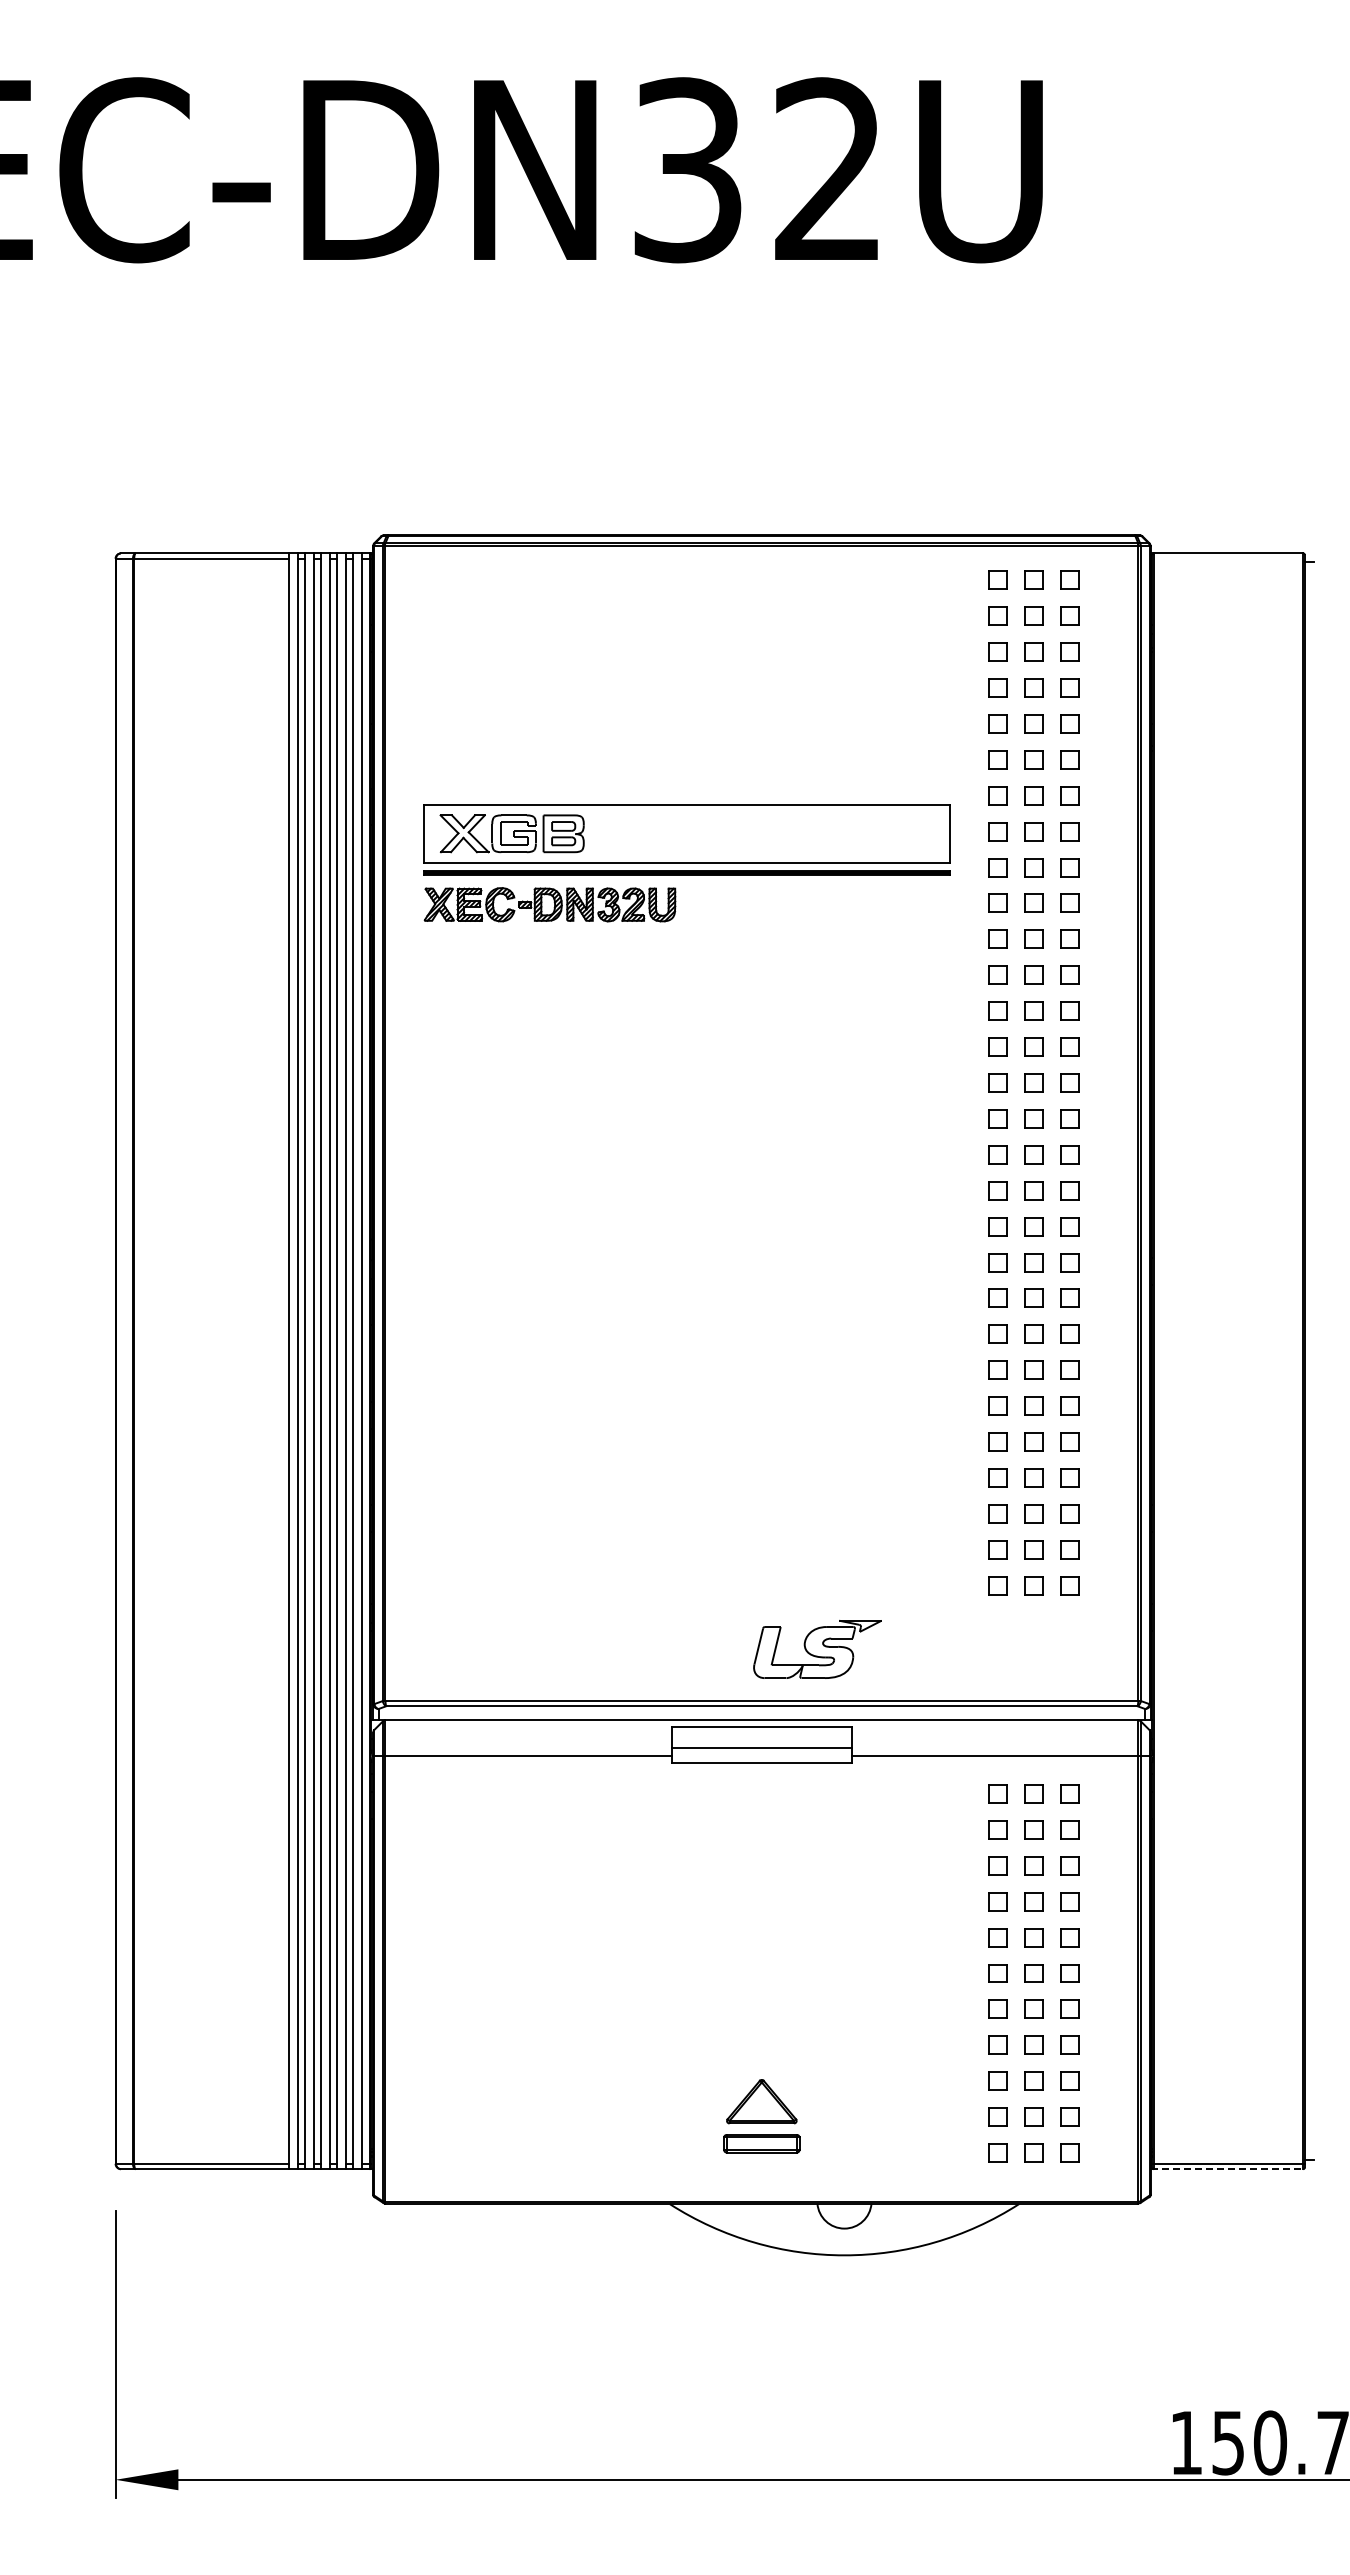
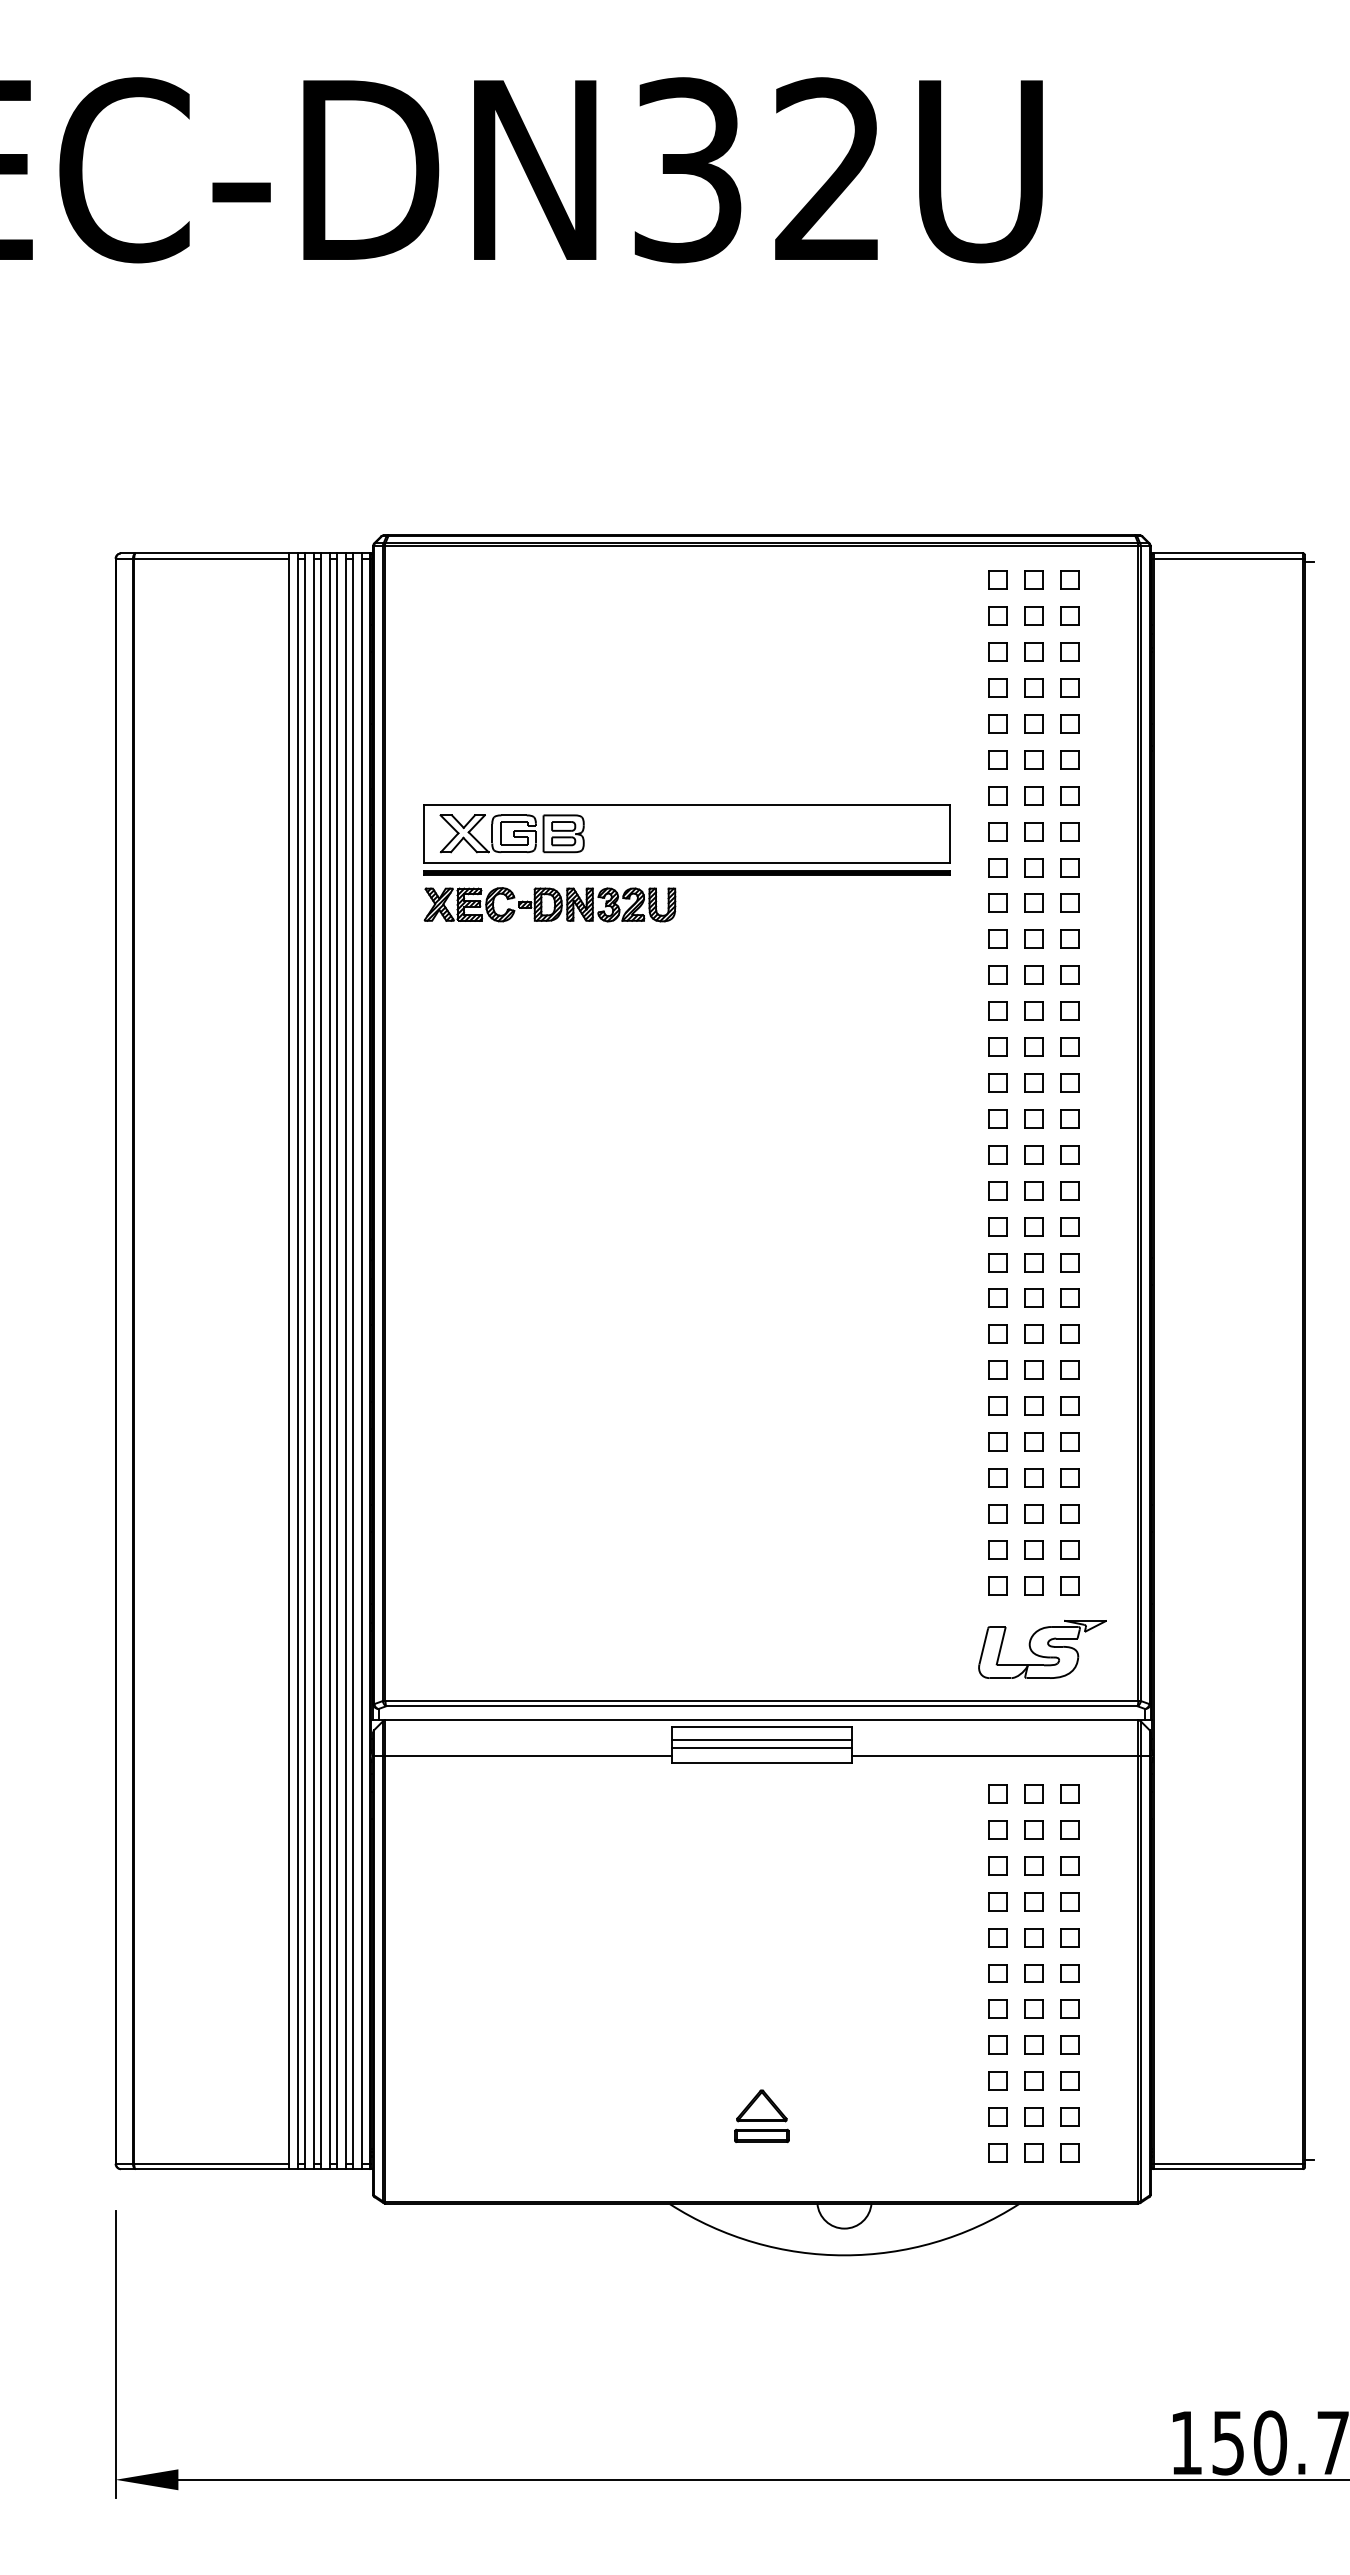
line at (1228, 558): none -> present
part at (817, 1649) position: (817, 1649) -> (1042, 1649)
line at (761, 1740): none -> present
part at (761, 2116) size: 78x75 px -> 56x55 px
line at (1227, 2169): dashed -> solid
